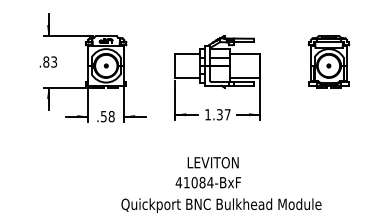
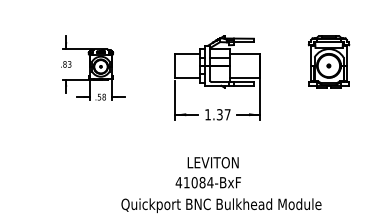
part at (92, 67) size: 108x110 px -> 65x66 px
